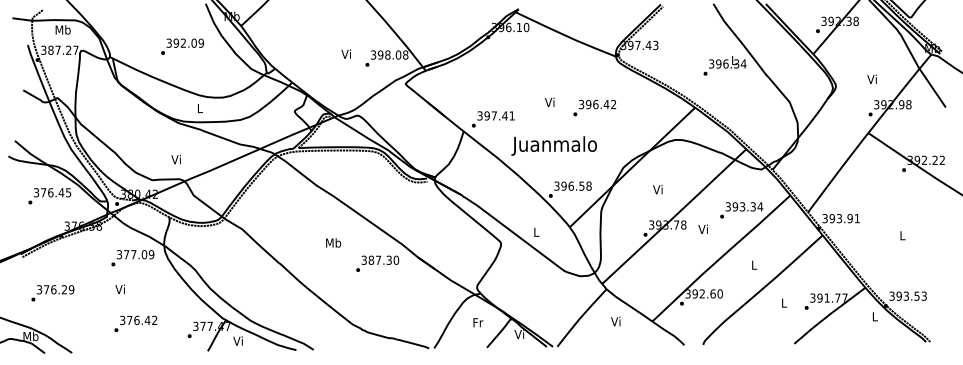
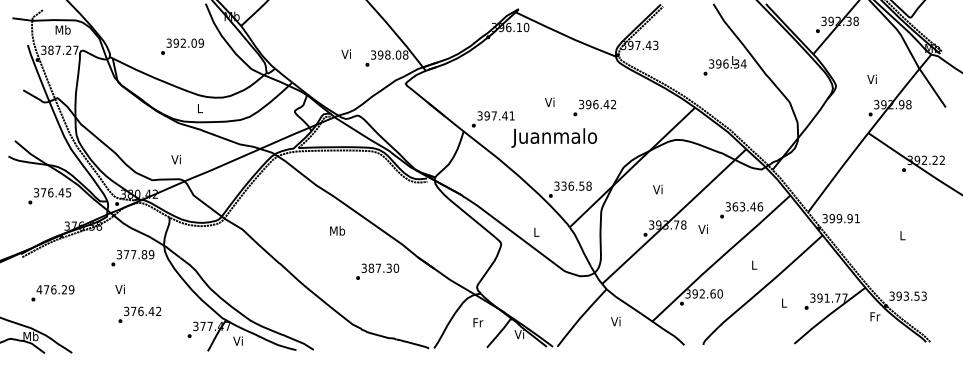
text at (553, 145) position: (553, 145) -> (553, 137)
text at (563, 185): 396.58 -> 336.58
text at (747, 206): 393.34 -> 363.46
text at (839, 218): 393.91 -> 399.91
text at (333, 242) position: (333, 242) -> (337, 230)
text at (144, 254): 377.09 -> 377.89
text at (377, 263) position: (377, 263) -> (377, 271)
text at (39, 289): 376.29 -> 476.29
text at (875, 316): L -> Fr
text at (135, 323) position: (135, 323) -> (139, 314)
